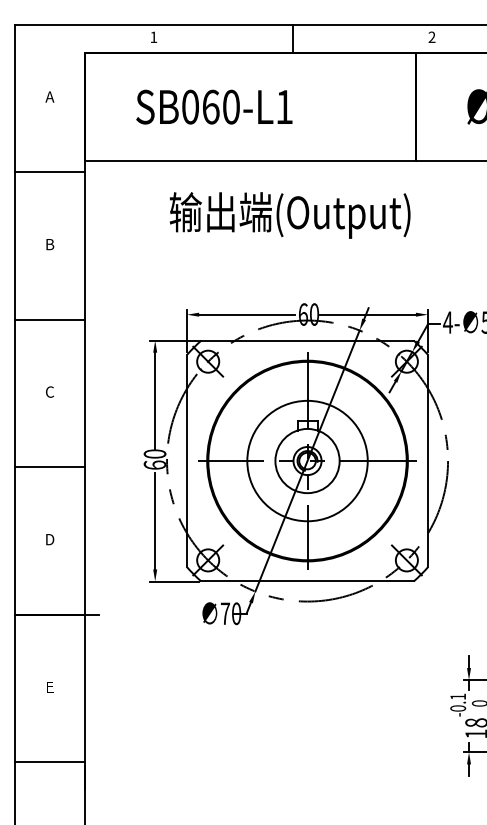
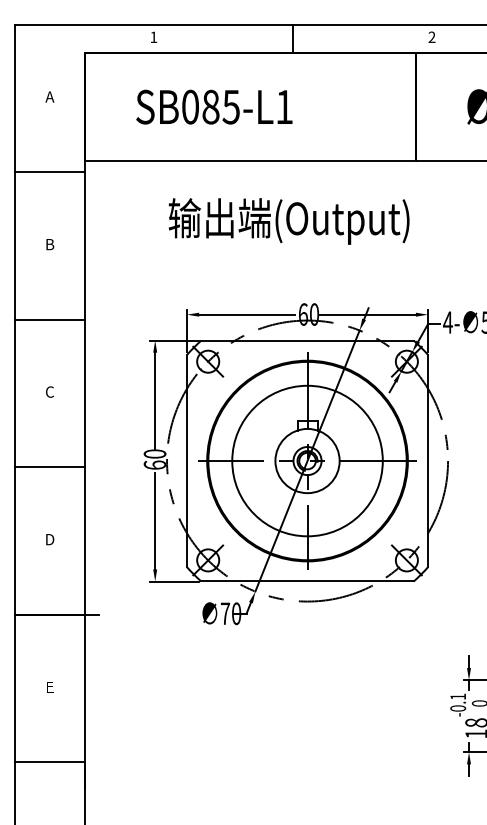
text at (220, 106): SB060-L1 -> SB085-L1
text at (289, 215) position: (289, 215) -> (288, 221)
circle at (307, 460) diameter: 120 px -> 151 px
